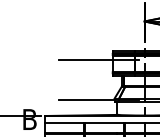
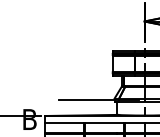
line at (98, 59): present -> none
